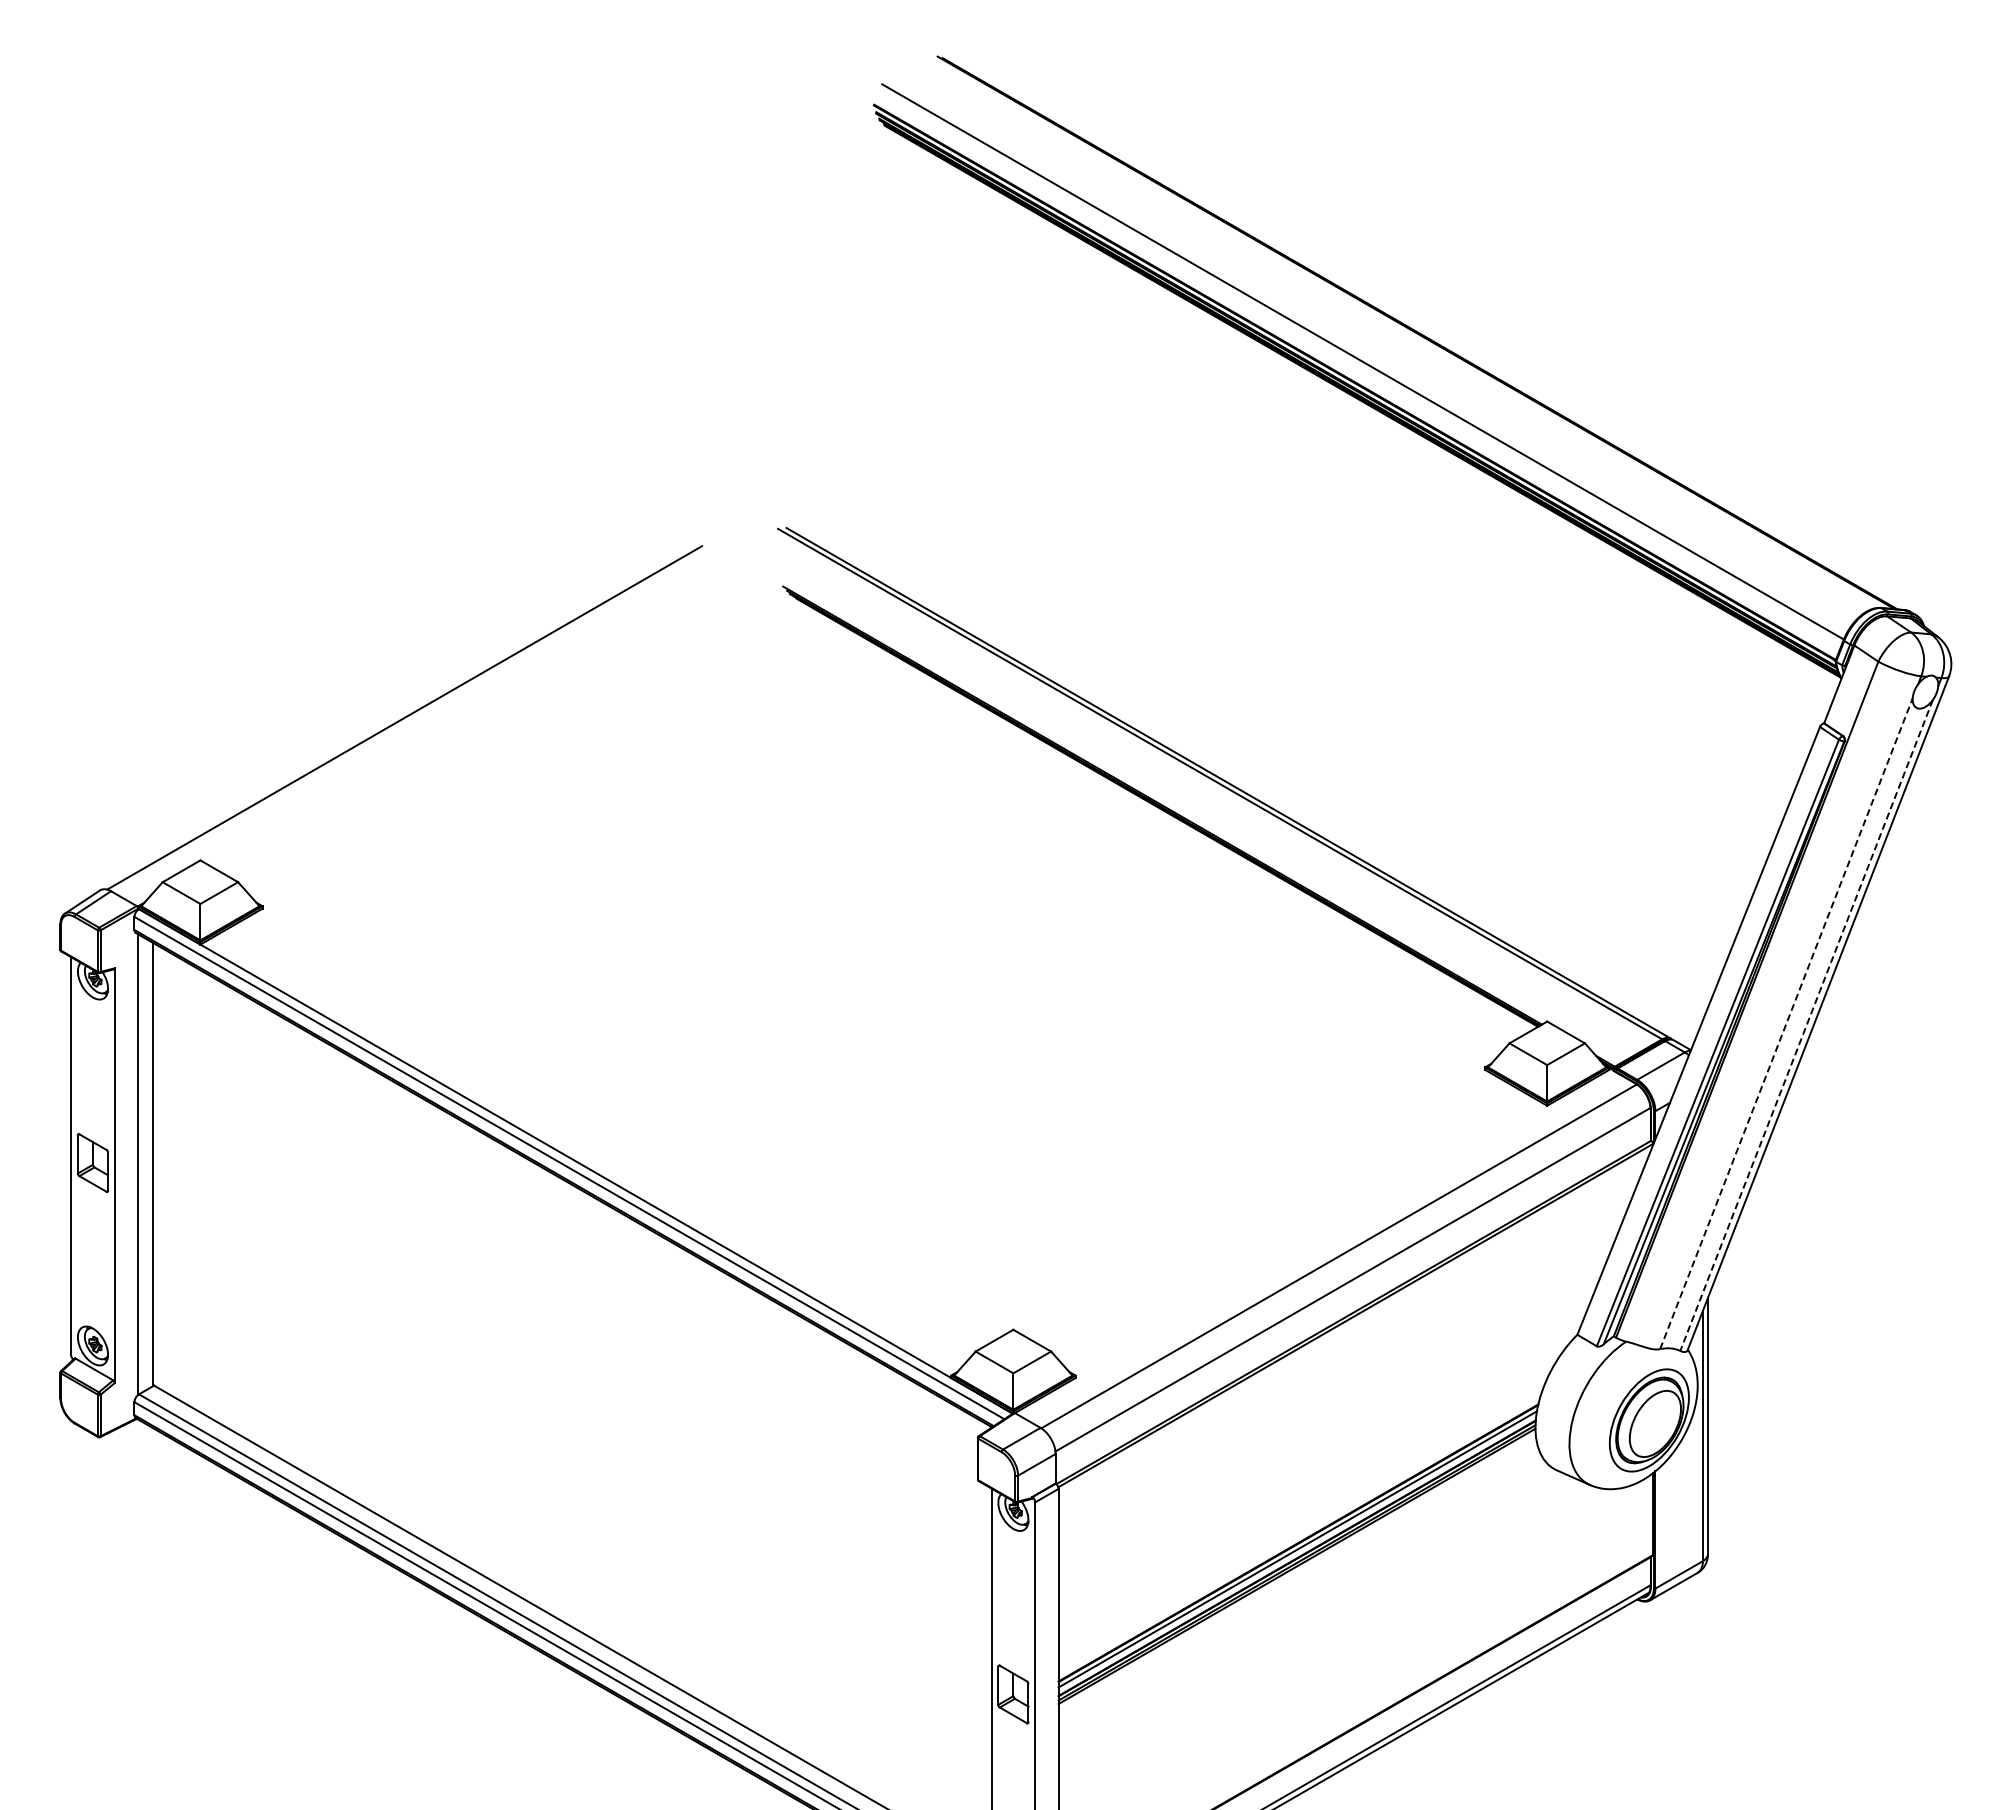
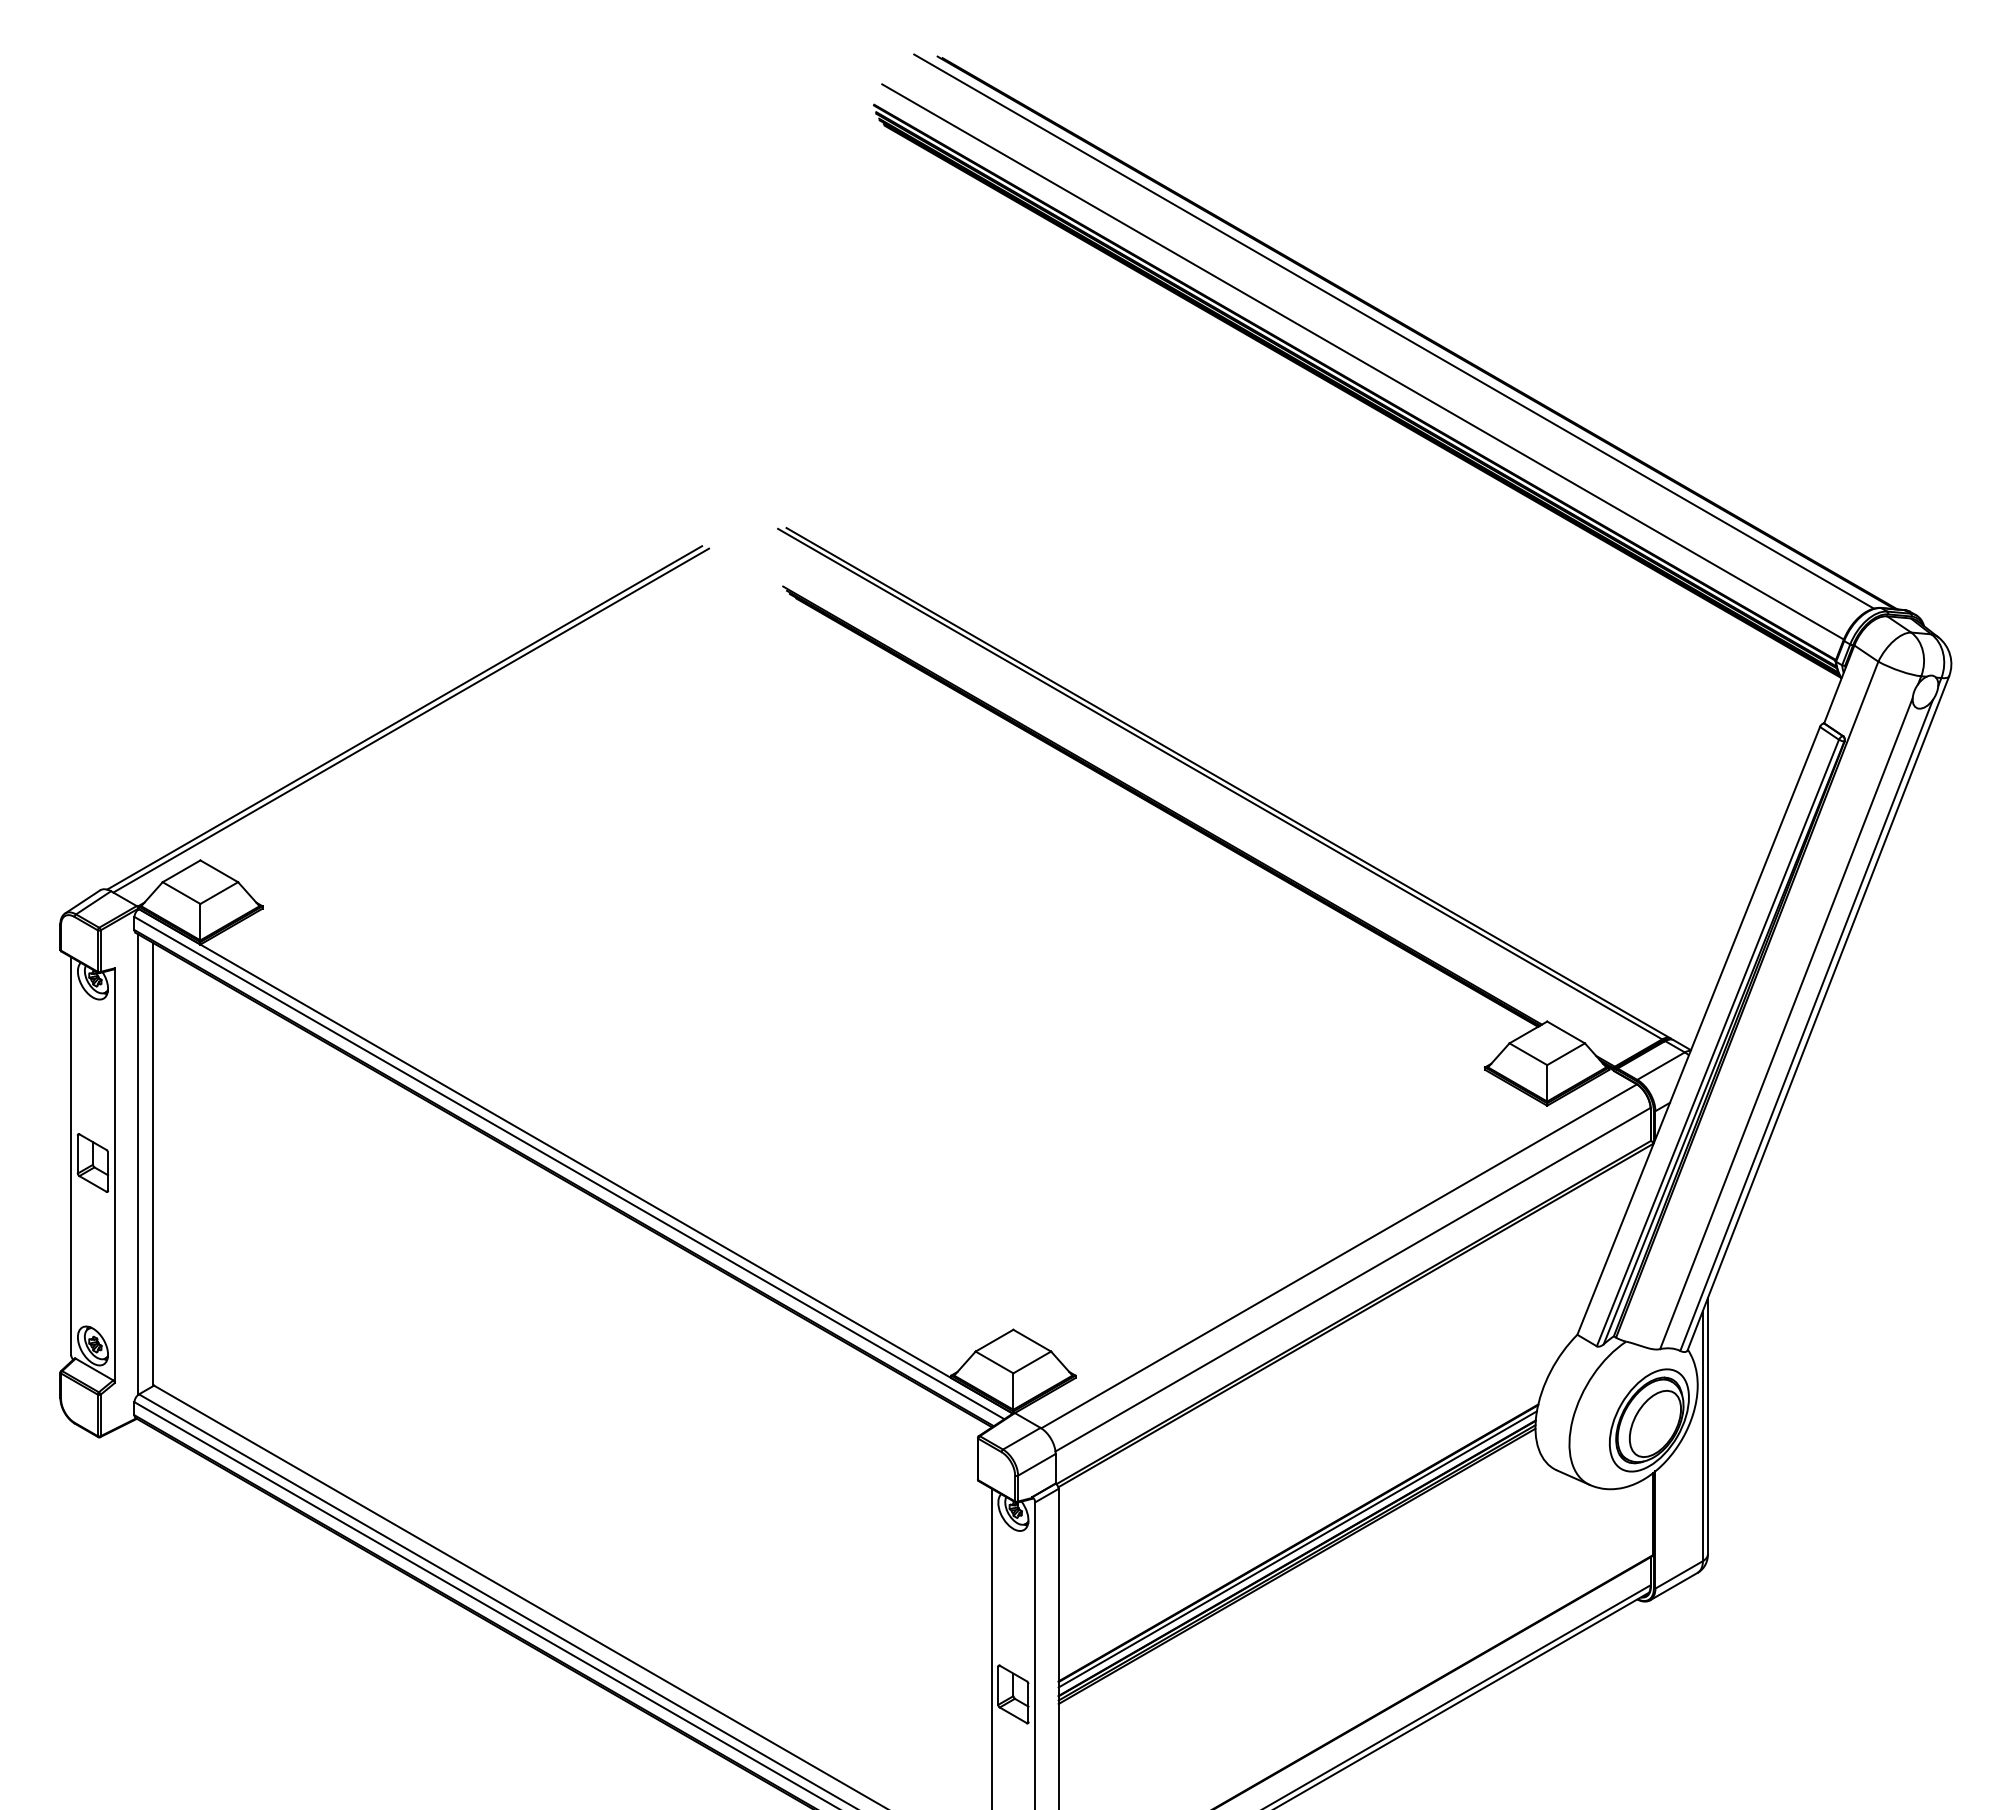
line at (1393, 331): none -> present
line at (411, 720): none -> present
line at (1786, 1023): dashed -> solid
line at (1806, 1025): dashed -> solid
